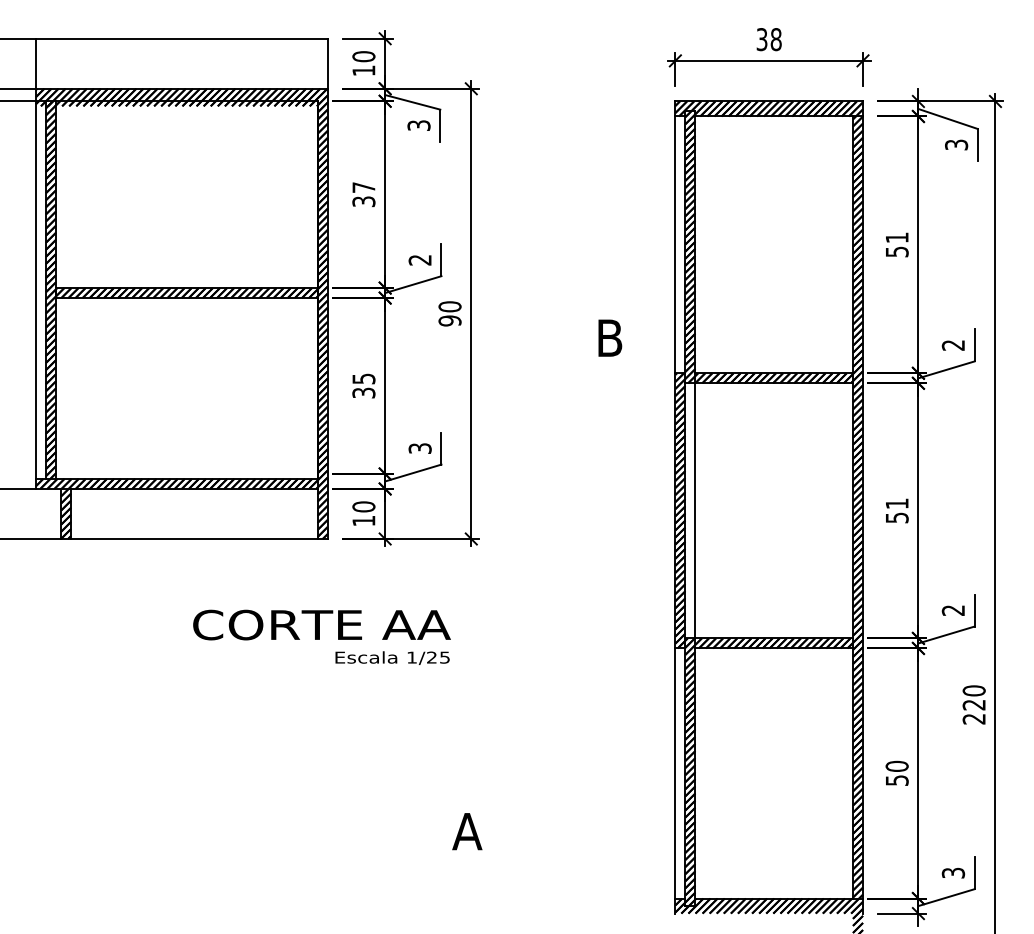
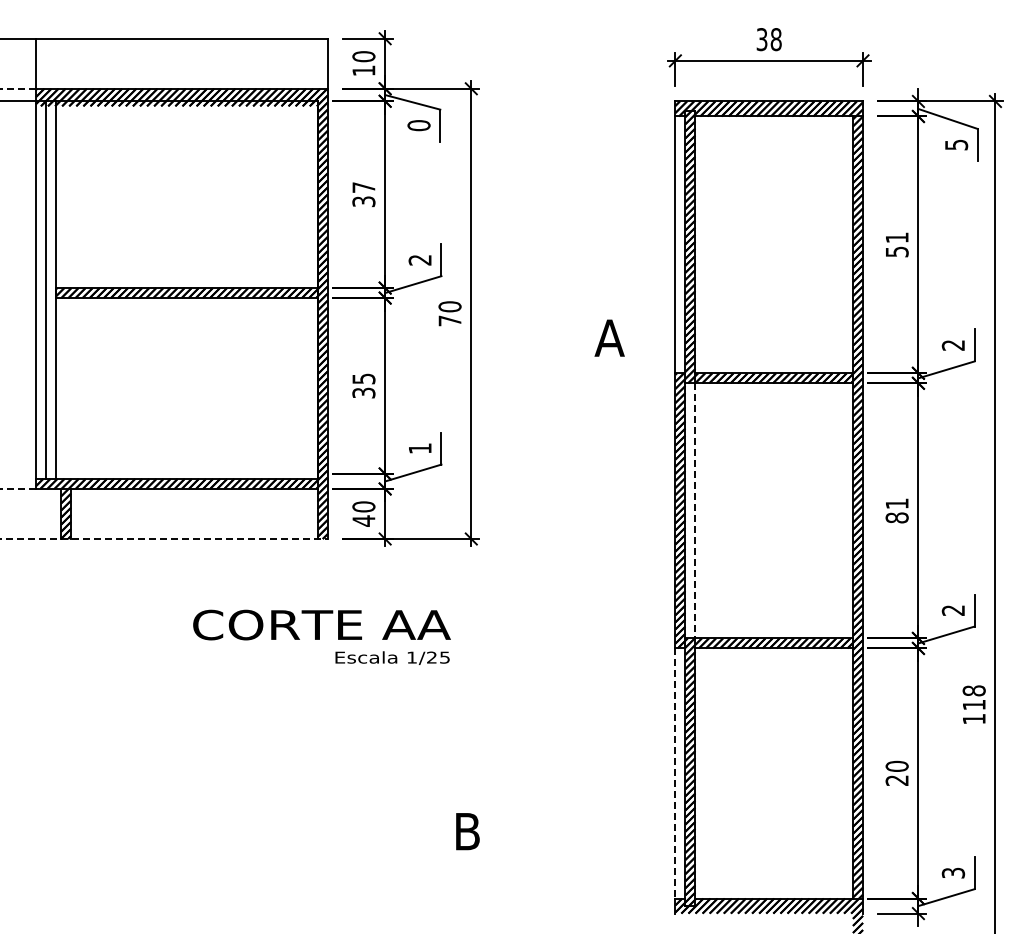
line at (18, 88): solid -> dashed
text at (418, 125): 3 -> 0
text at (956, 144): 3 -> 5
hatch at (51, 289): present -> none
text at (449, 320): 90 -> 70
text at (609, 337): B -> A
text at (419, 448): 3 -> 1
line at (18, 488): solid -> dashed
line at (695, 510): solid -> dashed
text at (896, 517): 51 -> 81
text at (363, 520): 10 -> 40
line at (164, 538): solid -> dashed
text at (973, 704): 220 -> 118
line at (675, 774): solid -> dashed
text at (896, 780): 50 -> 20
text at (467, 831): A -> B
